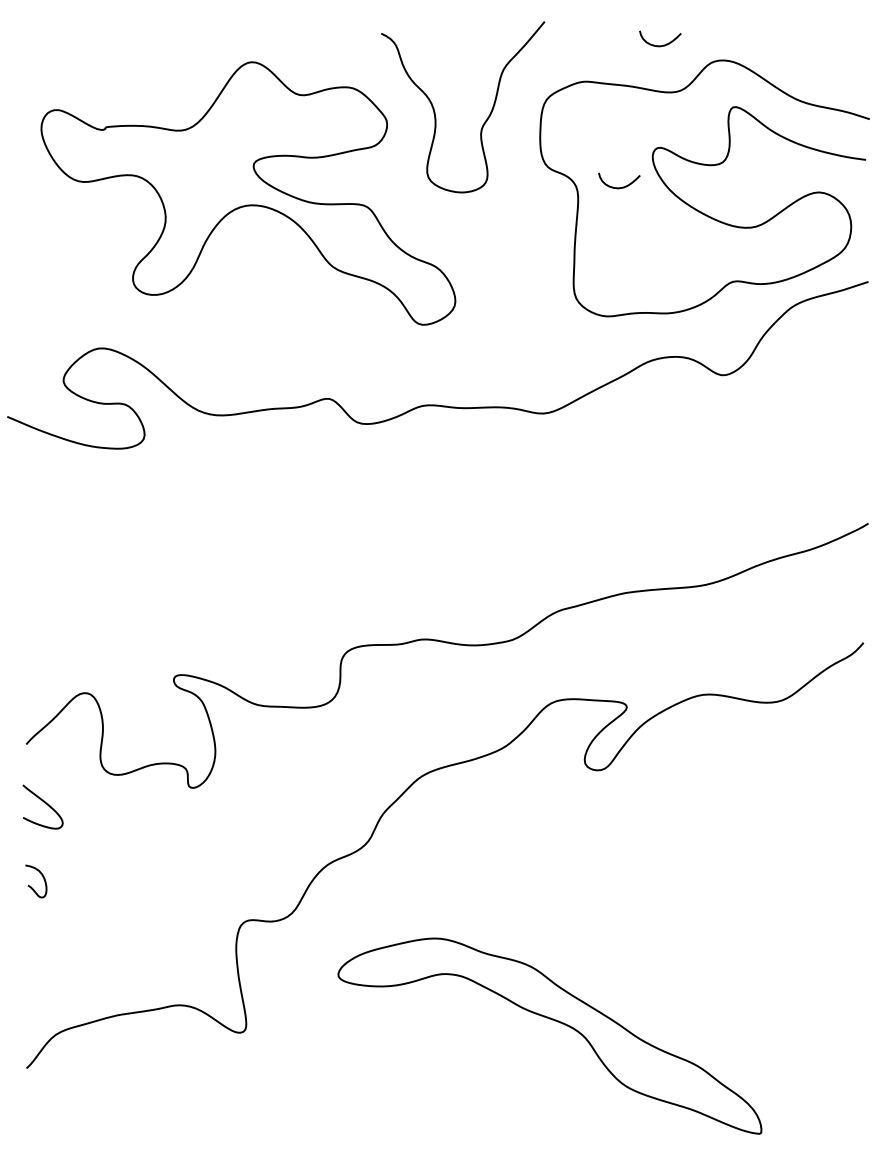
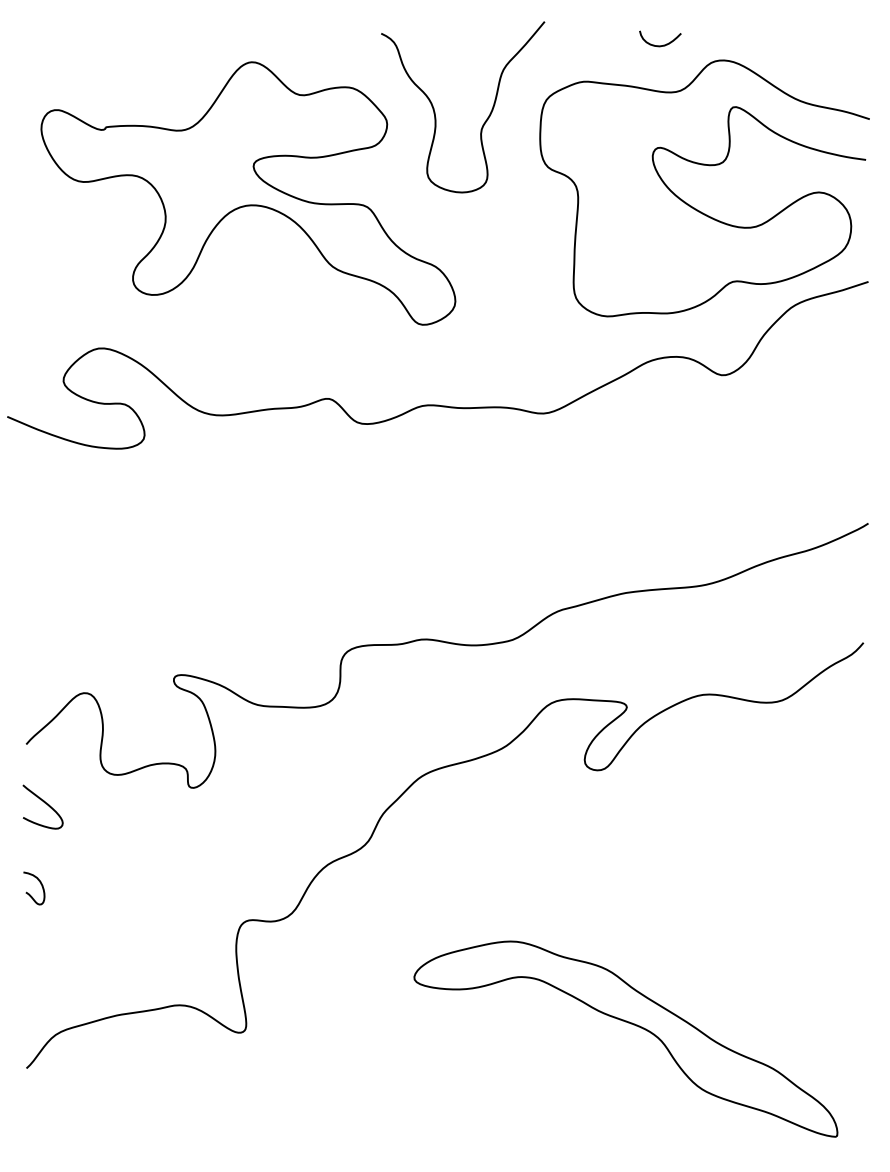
curve at (622, 186): present -> none
curve at (31, 886) position: (31, 886) -> (29, 893)
part at (555, 1021) position: (555, 1021) -> (631, 1024)
